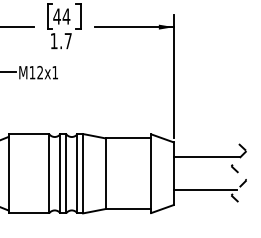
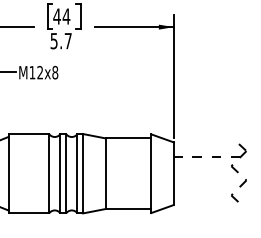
text at (53, 41): 1.7 -> 5.7
text at (55, 72): M12x1 -> M12x8
line at (206, 157): solid -> dashed
line at (204, 190): present -> none
